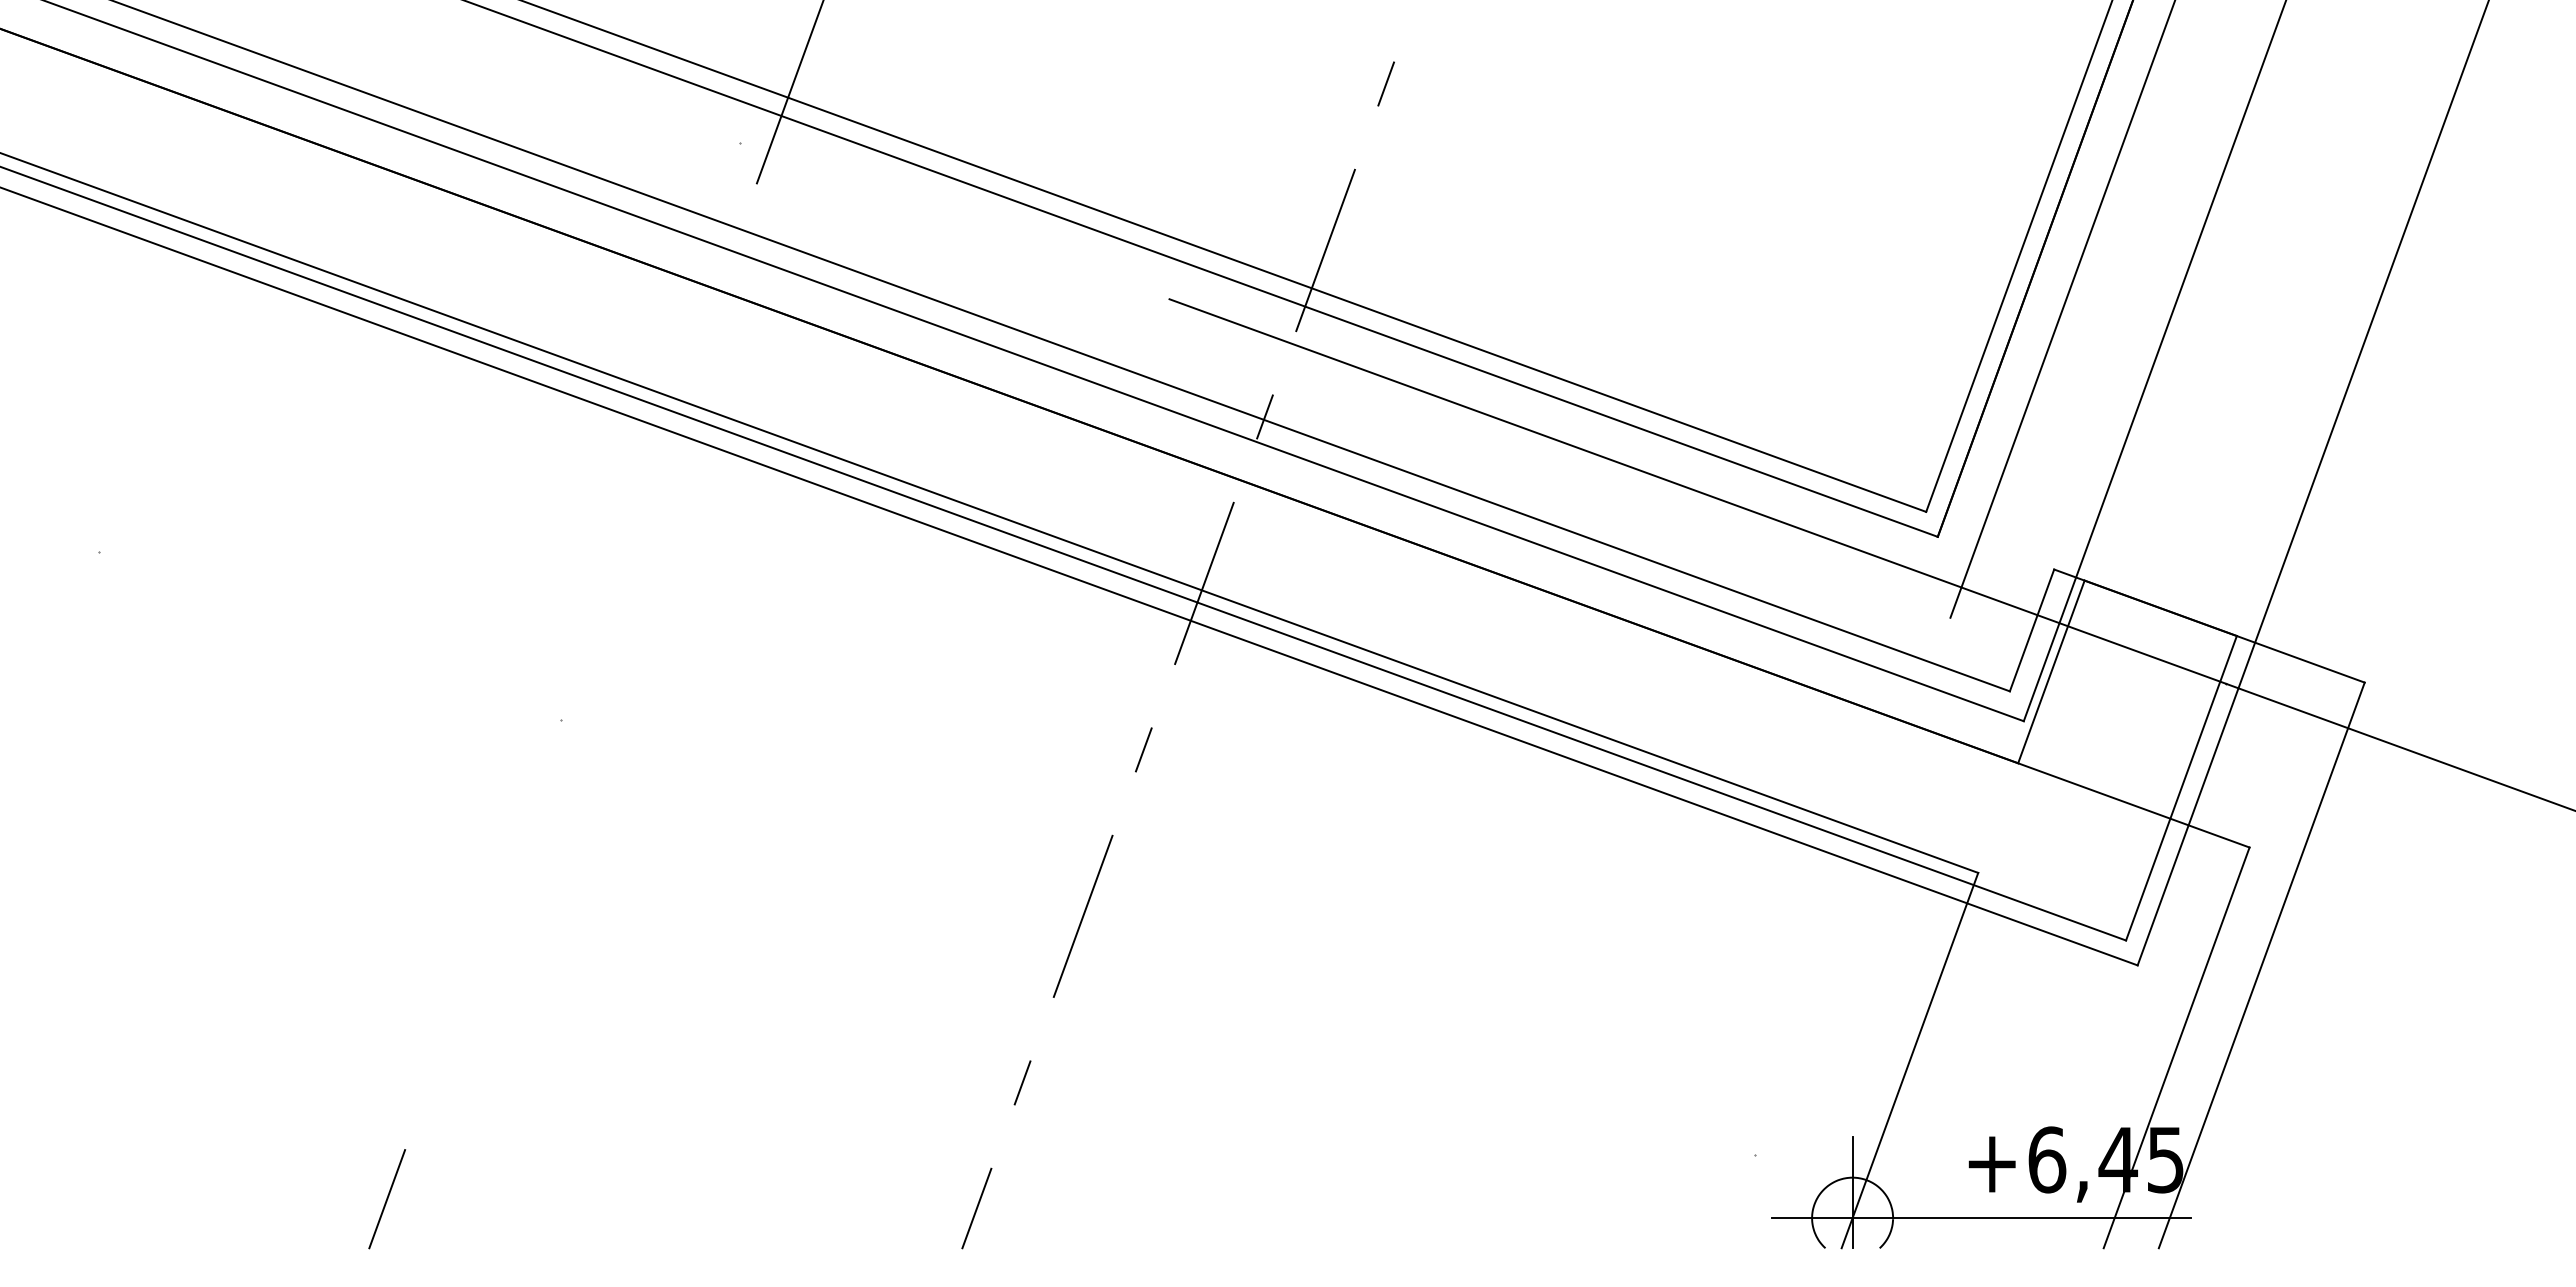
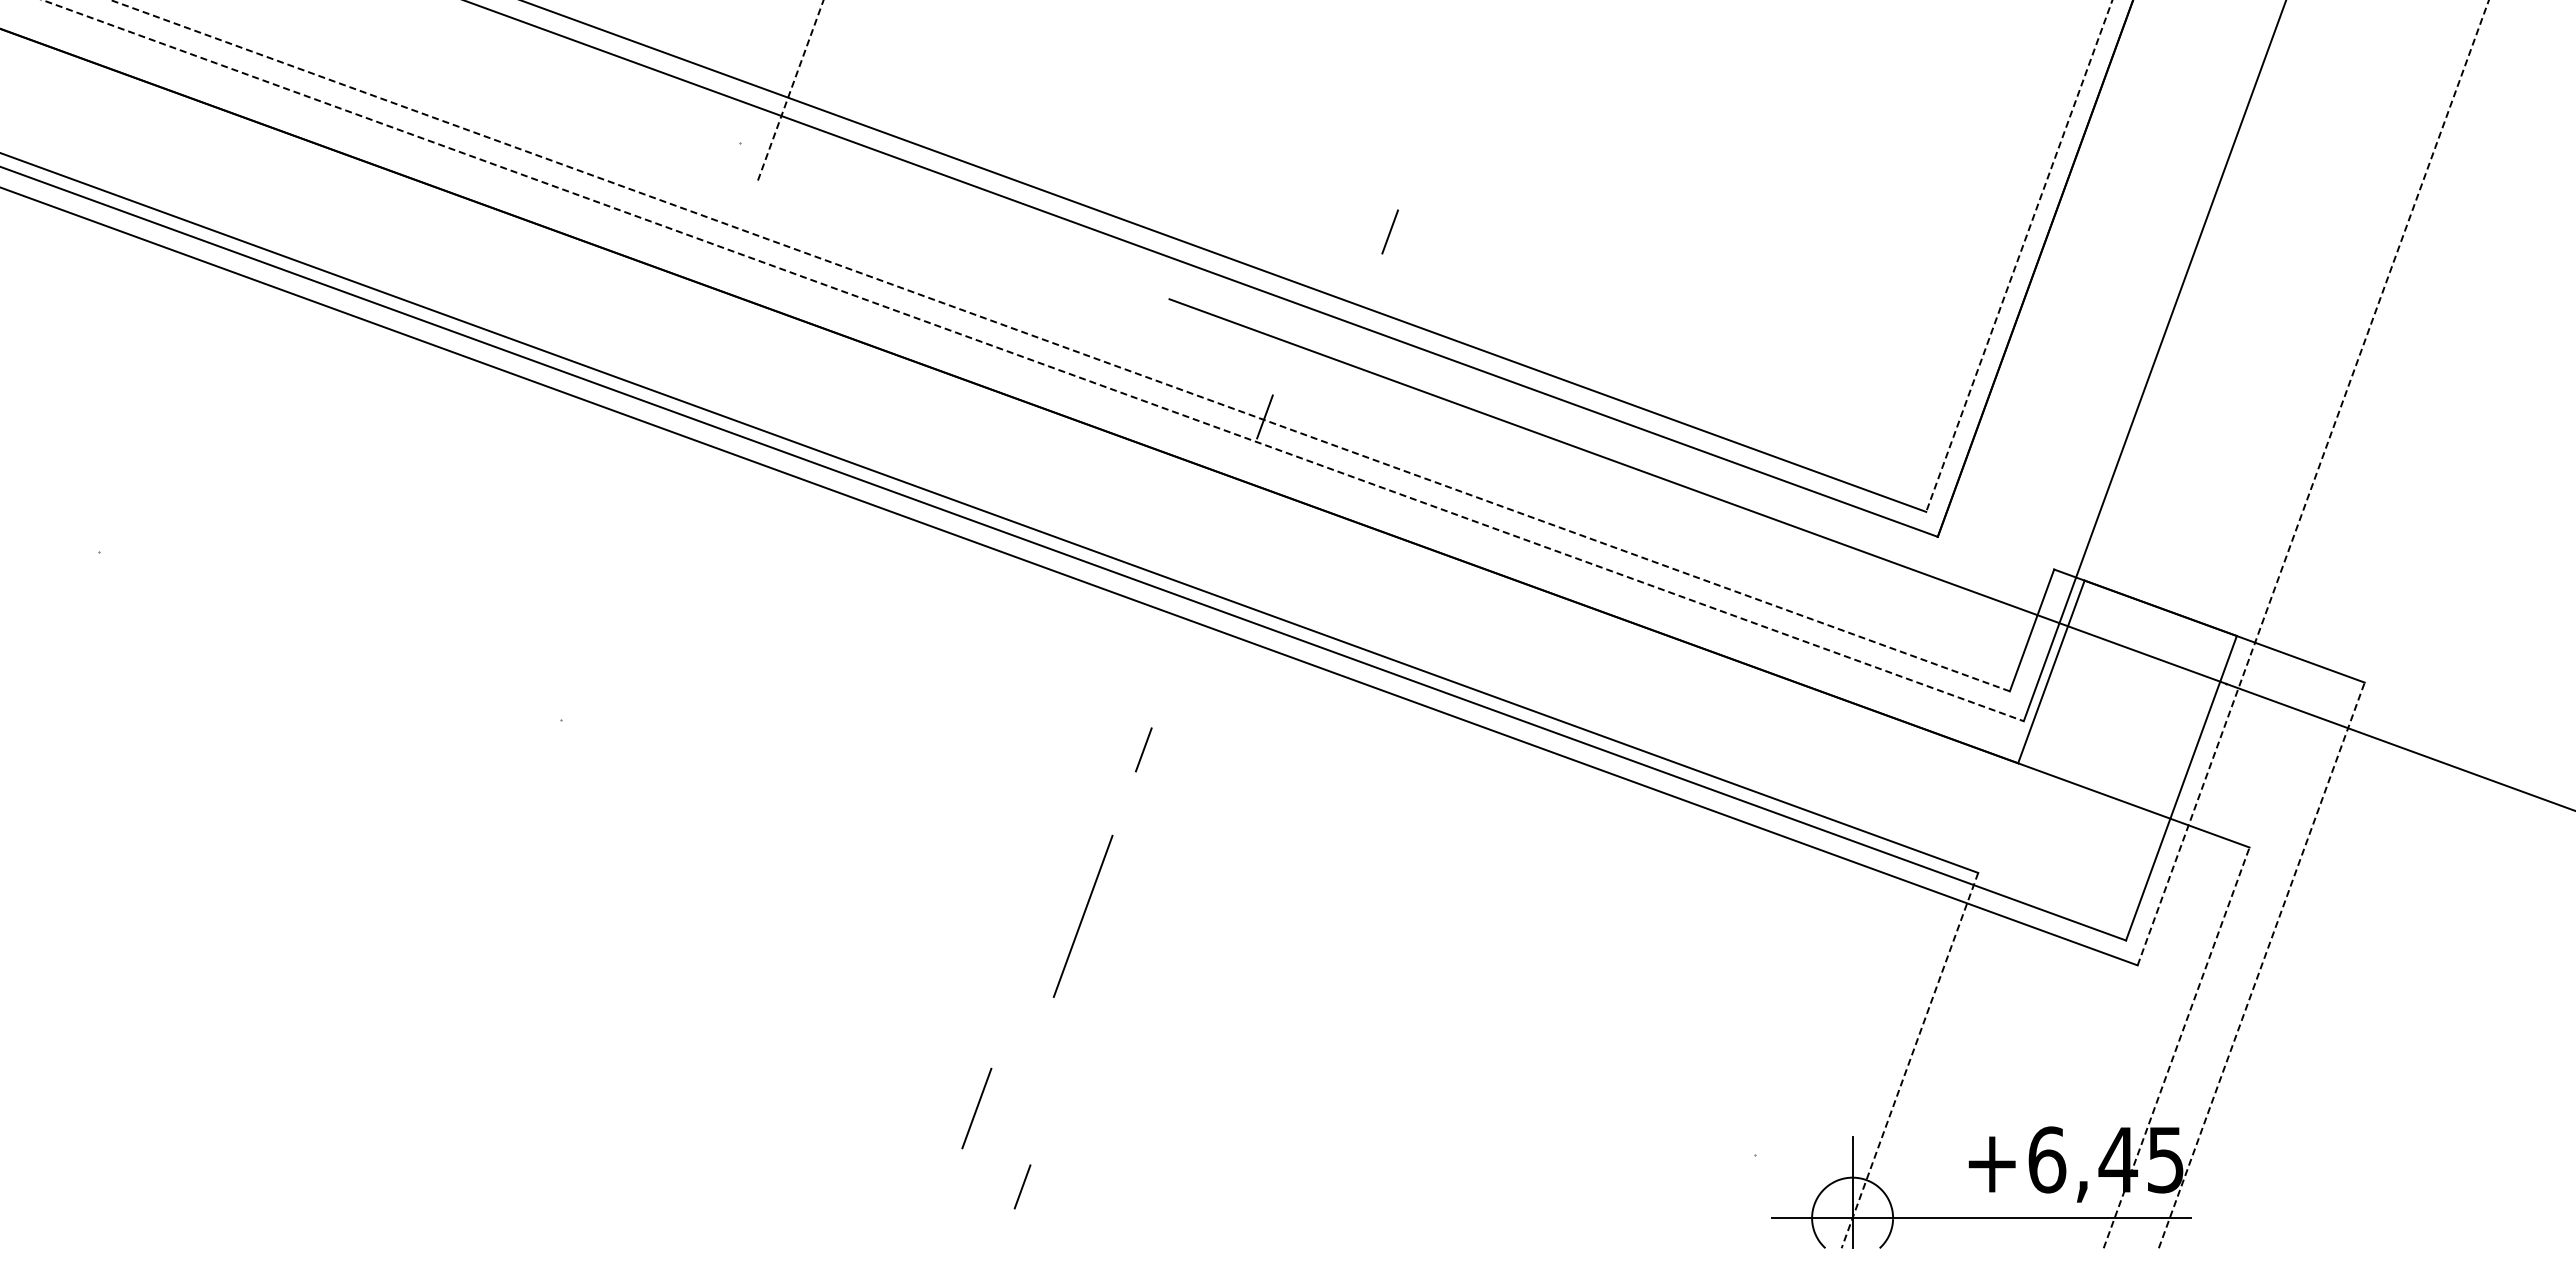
line at (1385, 83) position: (1385, 83) -> (1389, 231)
line at (790, 92): solid -> dashed
line at (1325, 250): present -> none
line at (2019, 256): solid -> dashed
line at (2062, 309): present -> none
line at (1059, 345): solid -> dashed
line at (1033, 360): solid -> dashed
line at (2313, 482): solid -> dashed
line at (1204, 583): present -> none
line at (2261, 965): solid -> dashed
line at (2176, 1047): solid -> dashed
line at (1909, 1060): solid -> dashed
line at (1022, 1082) position: (1022, 1082) -> (1022, 1186)
line at (387, 1199): present -> none
line at (976, 1208) position: (976, 1208) -> (976, 1108)
